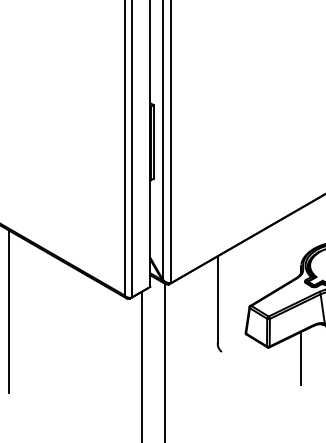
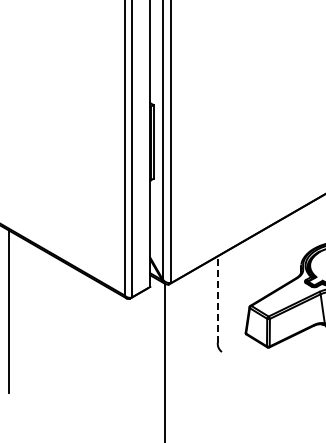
line at (217, 299): solid -> dashed
line at (301, 358): present -> none
line at (141, 365): present -> none
